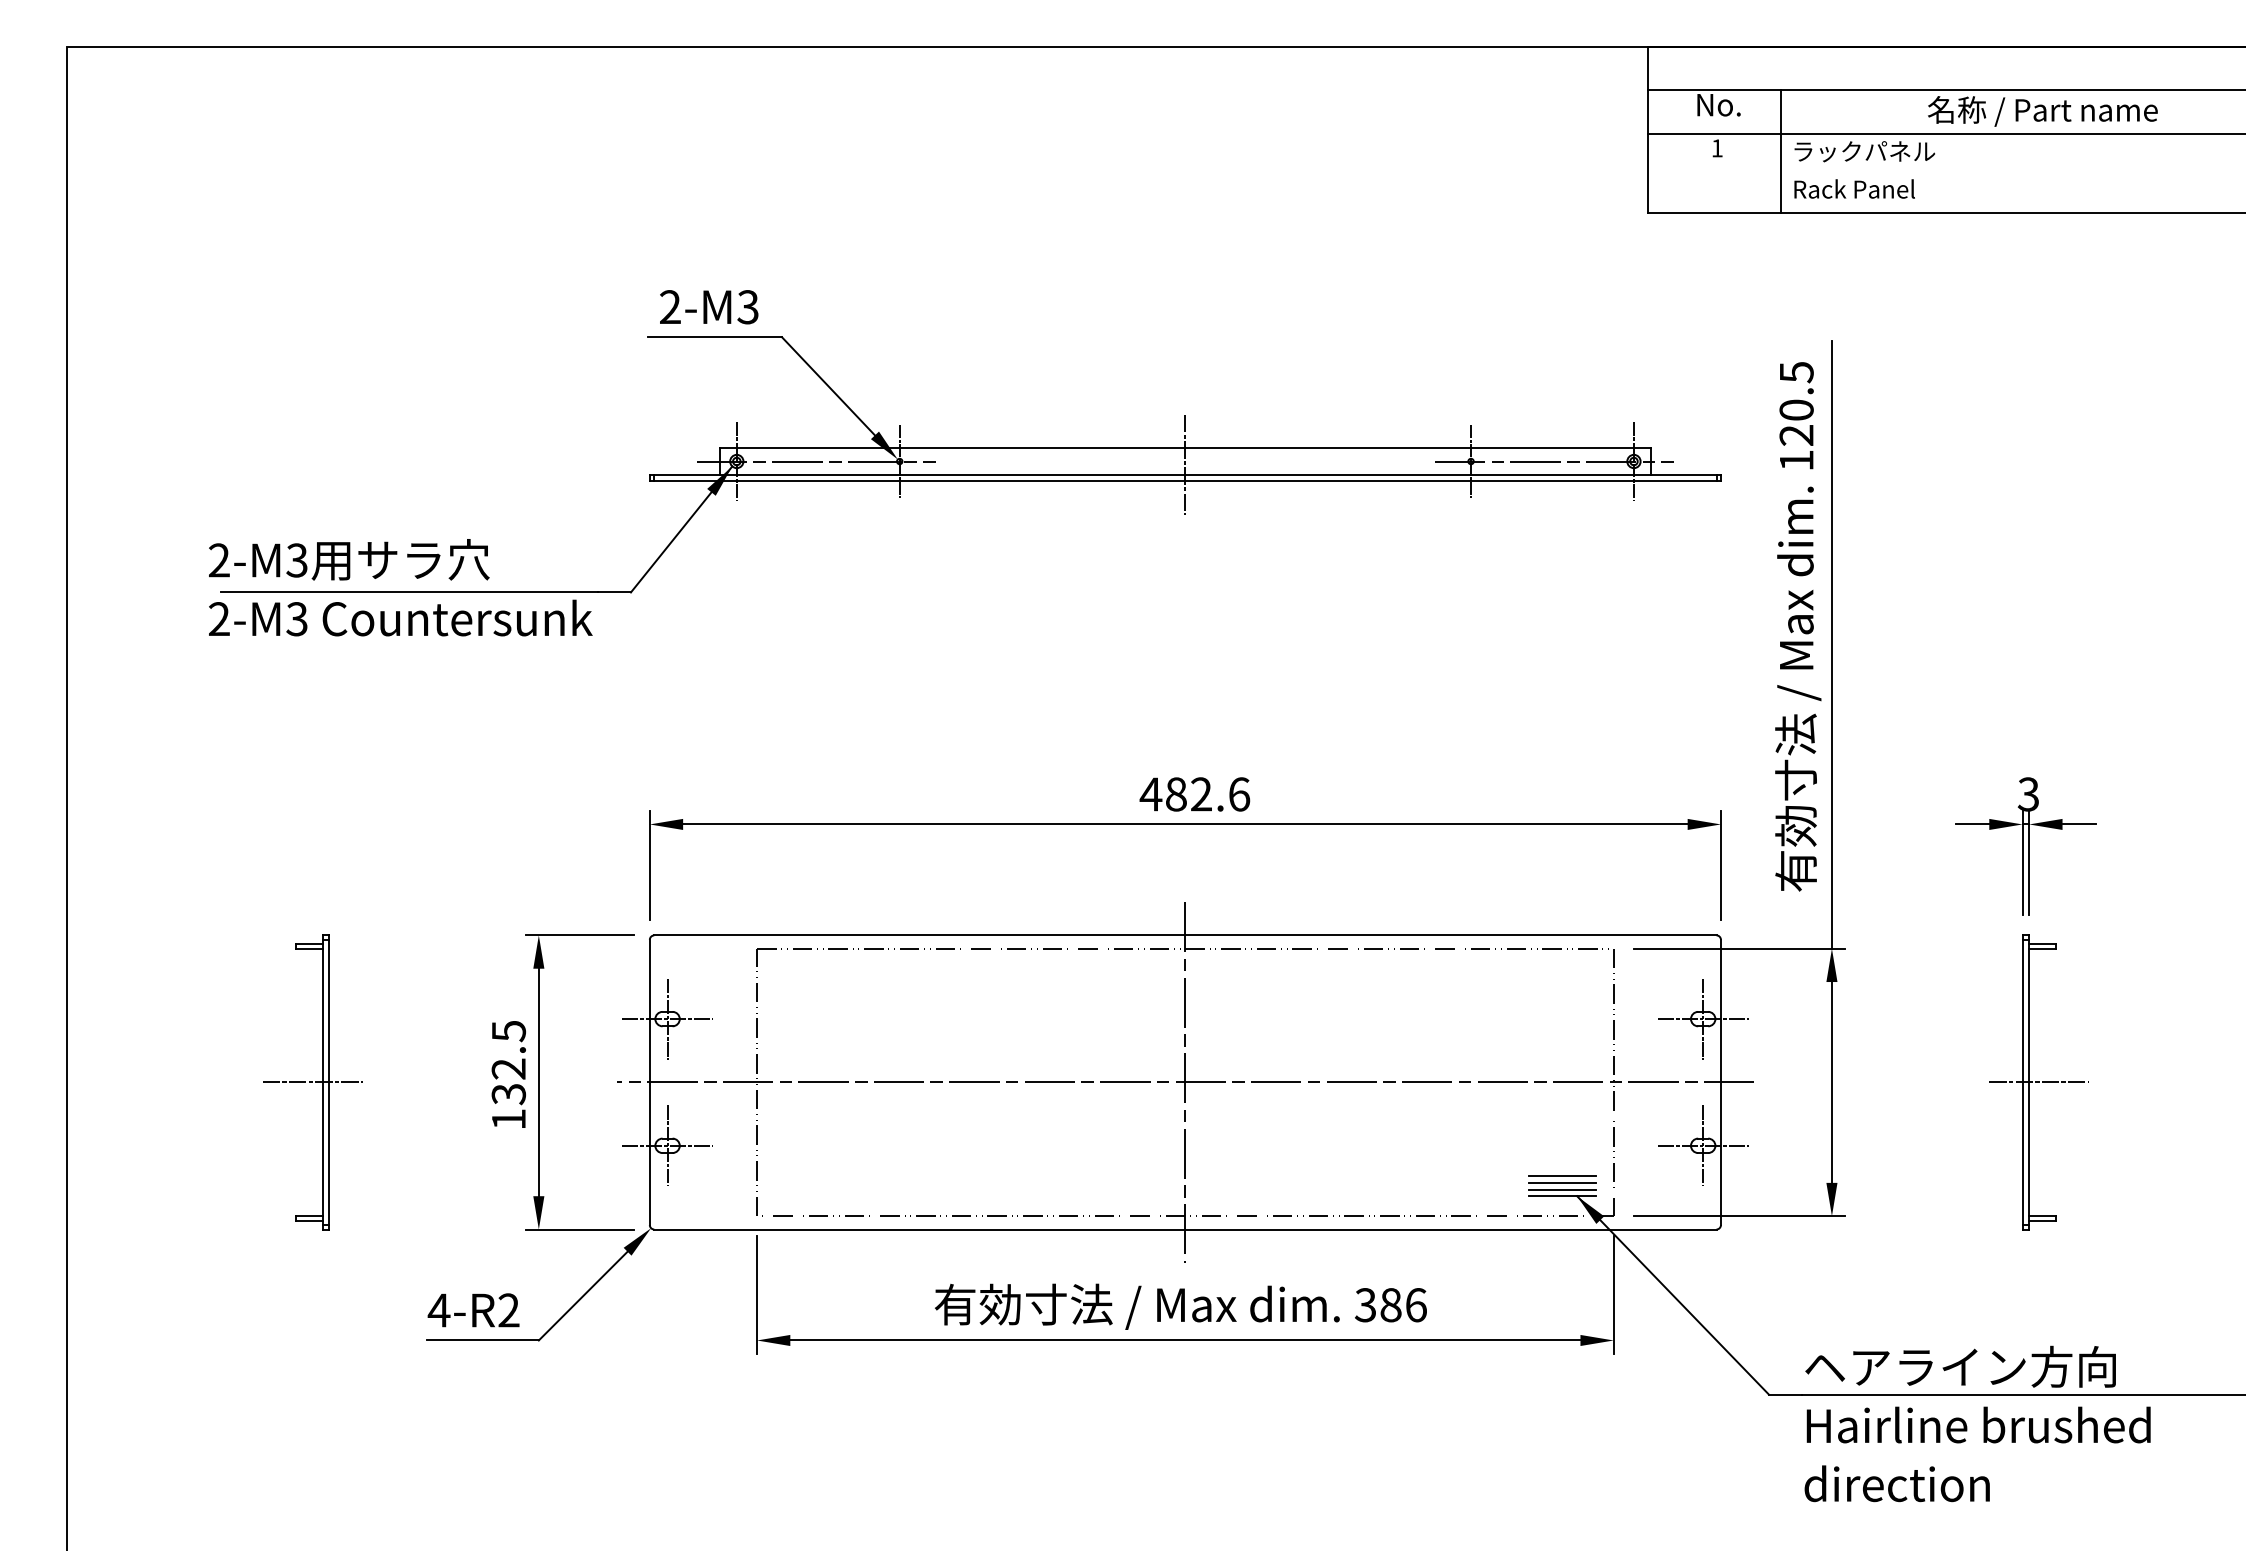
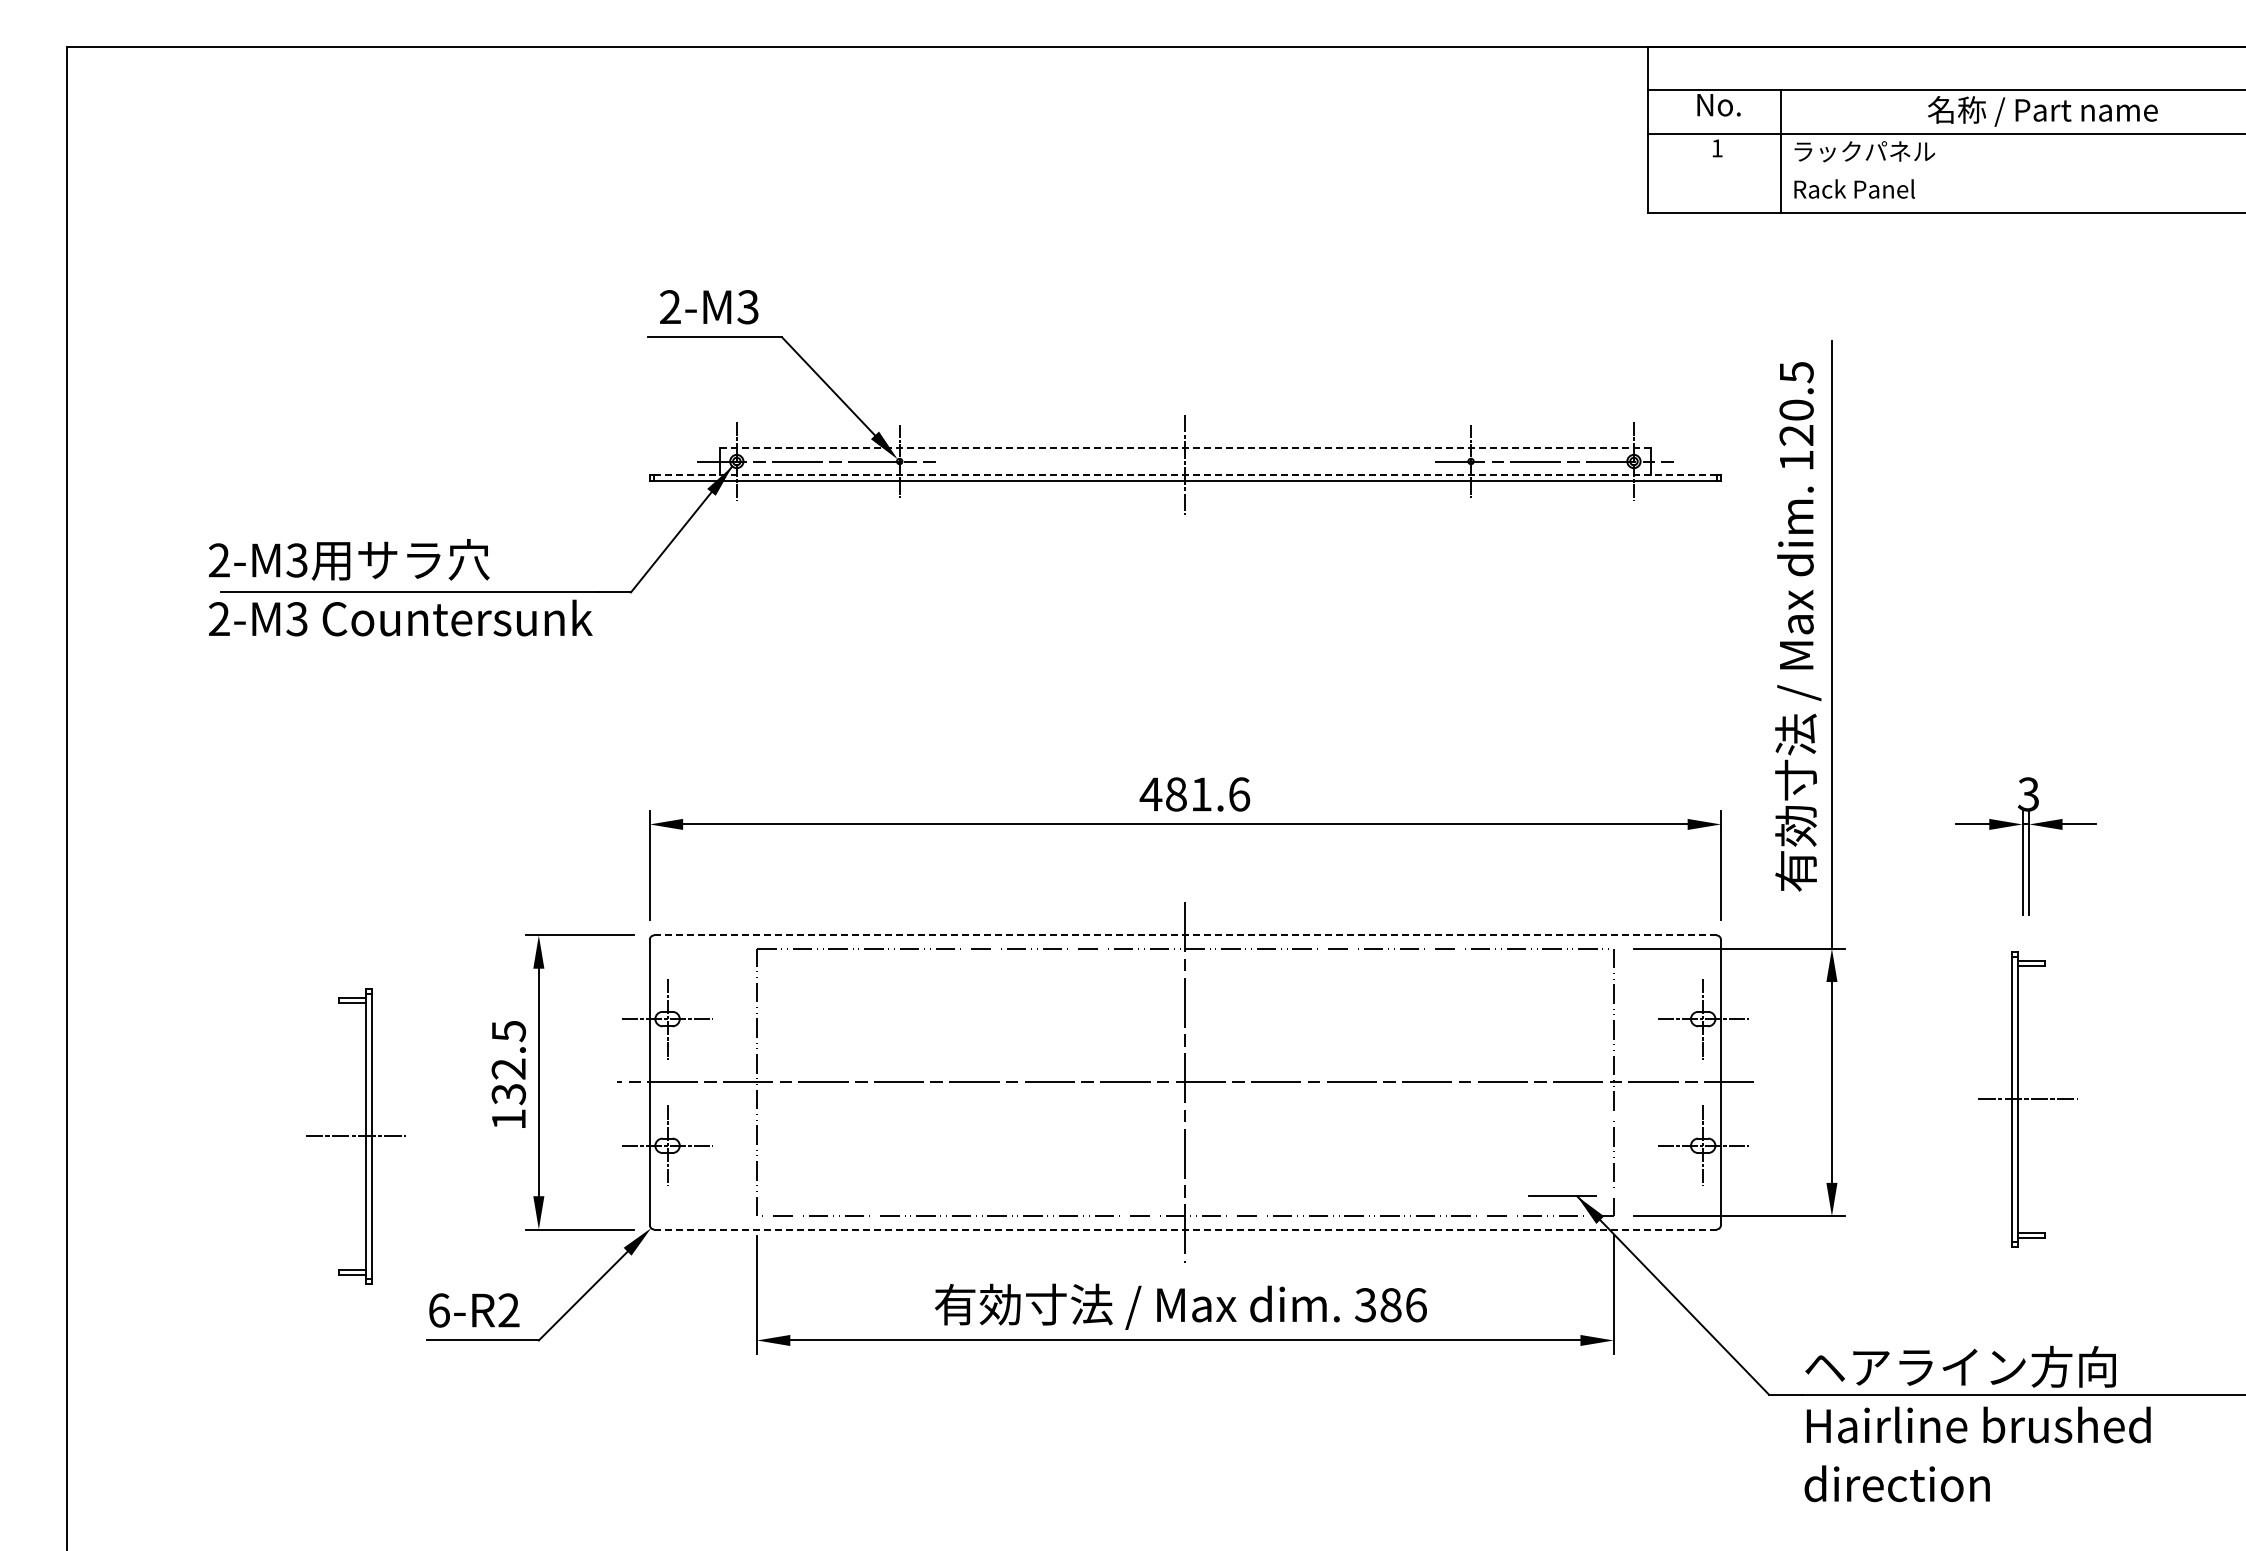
line at (1185, 448): solid -> dashed
line at (1185, 474): solid -> dashed
text at (1201, 794): 482.6 -> 481.6
line at (1185, 935): solid -> dashed
part at (312, 1082) position: (312, 1082) -> (355, 1136)
part at (2038, 1082) position: (2038, 1082) -> (2027, 1099)
line at (1562, 1176): present -> none
line at (1562, 1182): present -> none
line at (1562, 1189): present -> none
line at (1185, 1229): solid -> dashed
text at (438, 1310): 4-R2 -> 6-R2
